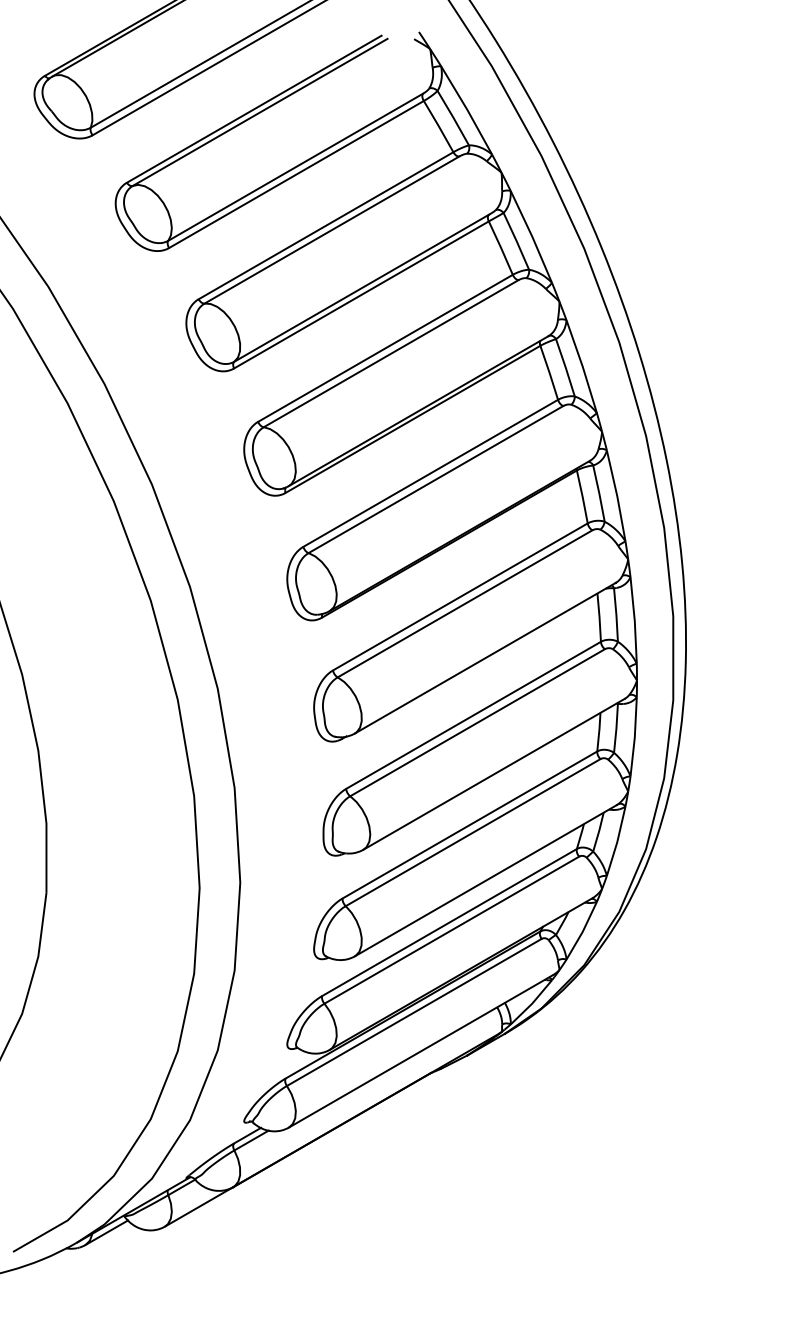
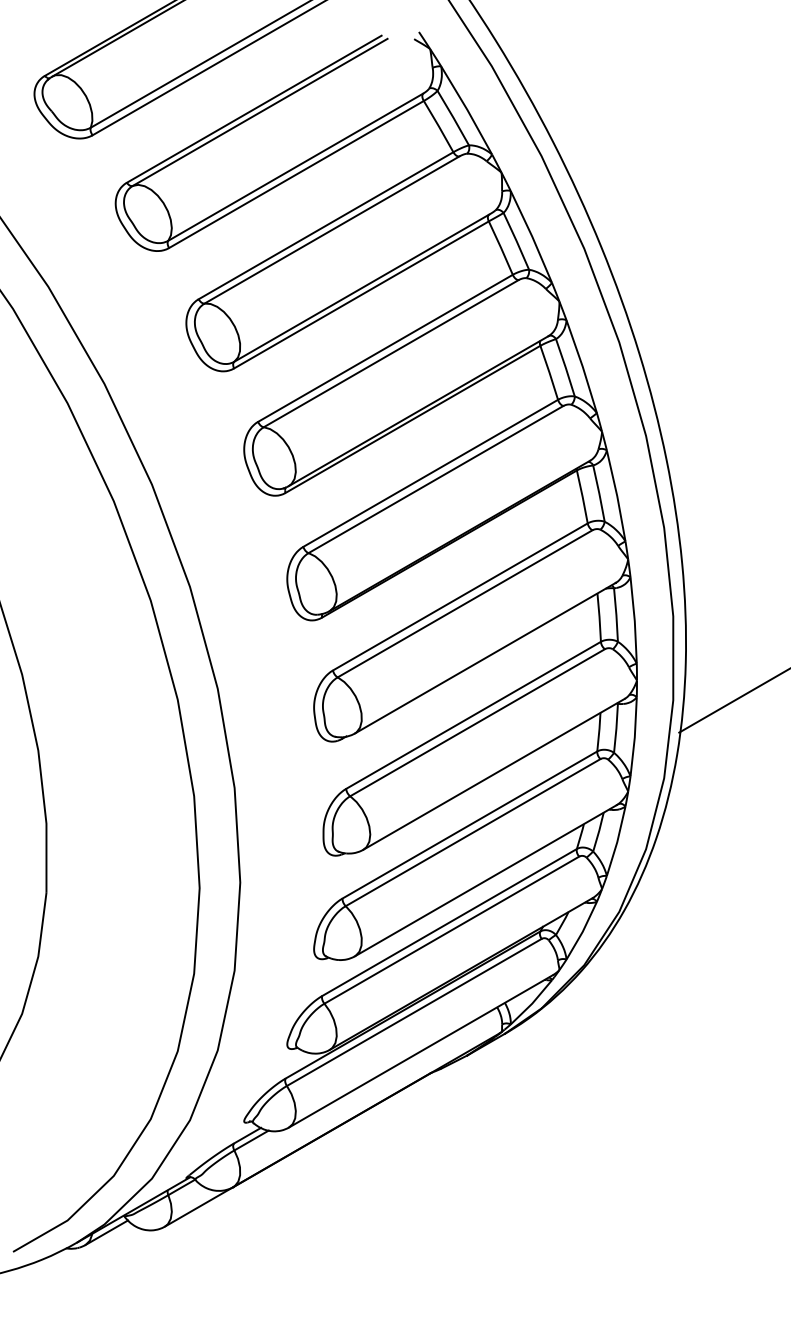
line at (733, 701): none -> present
